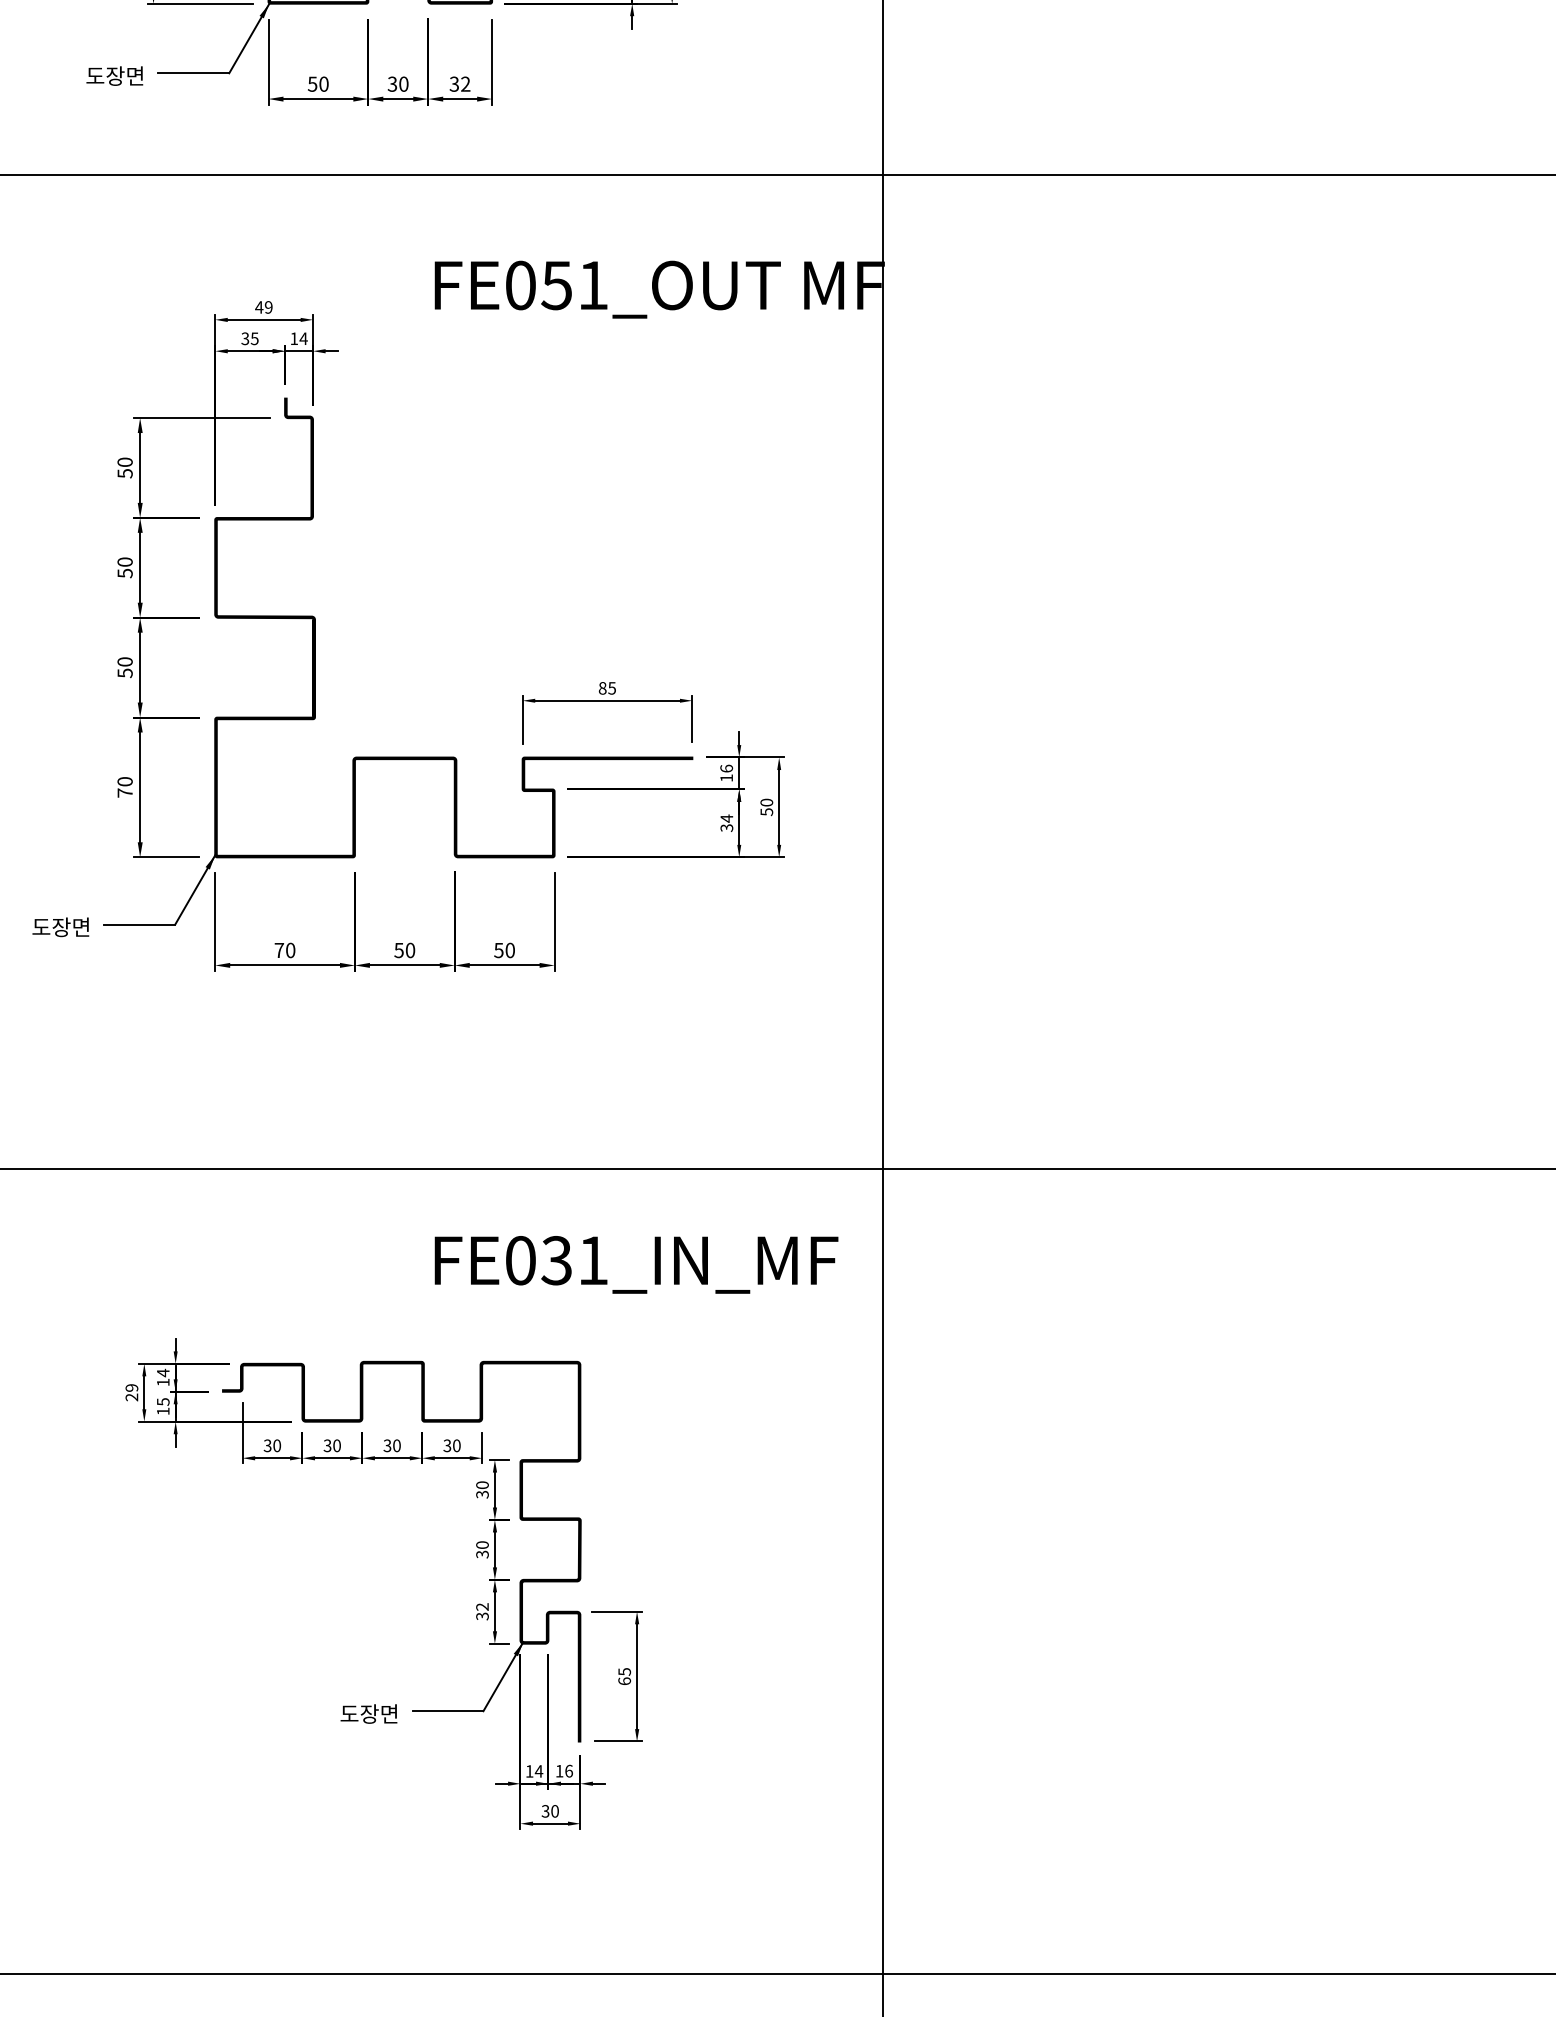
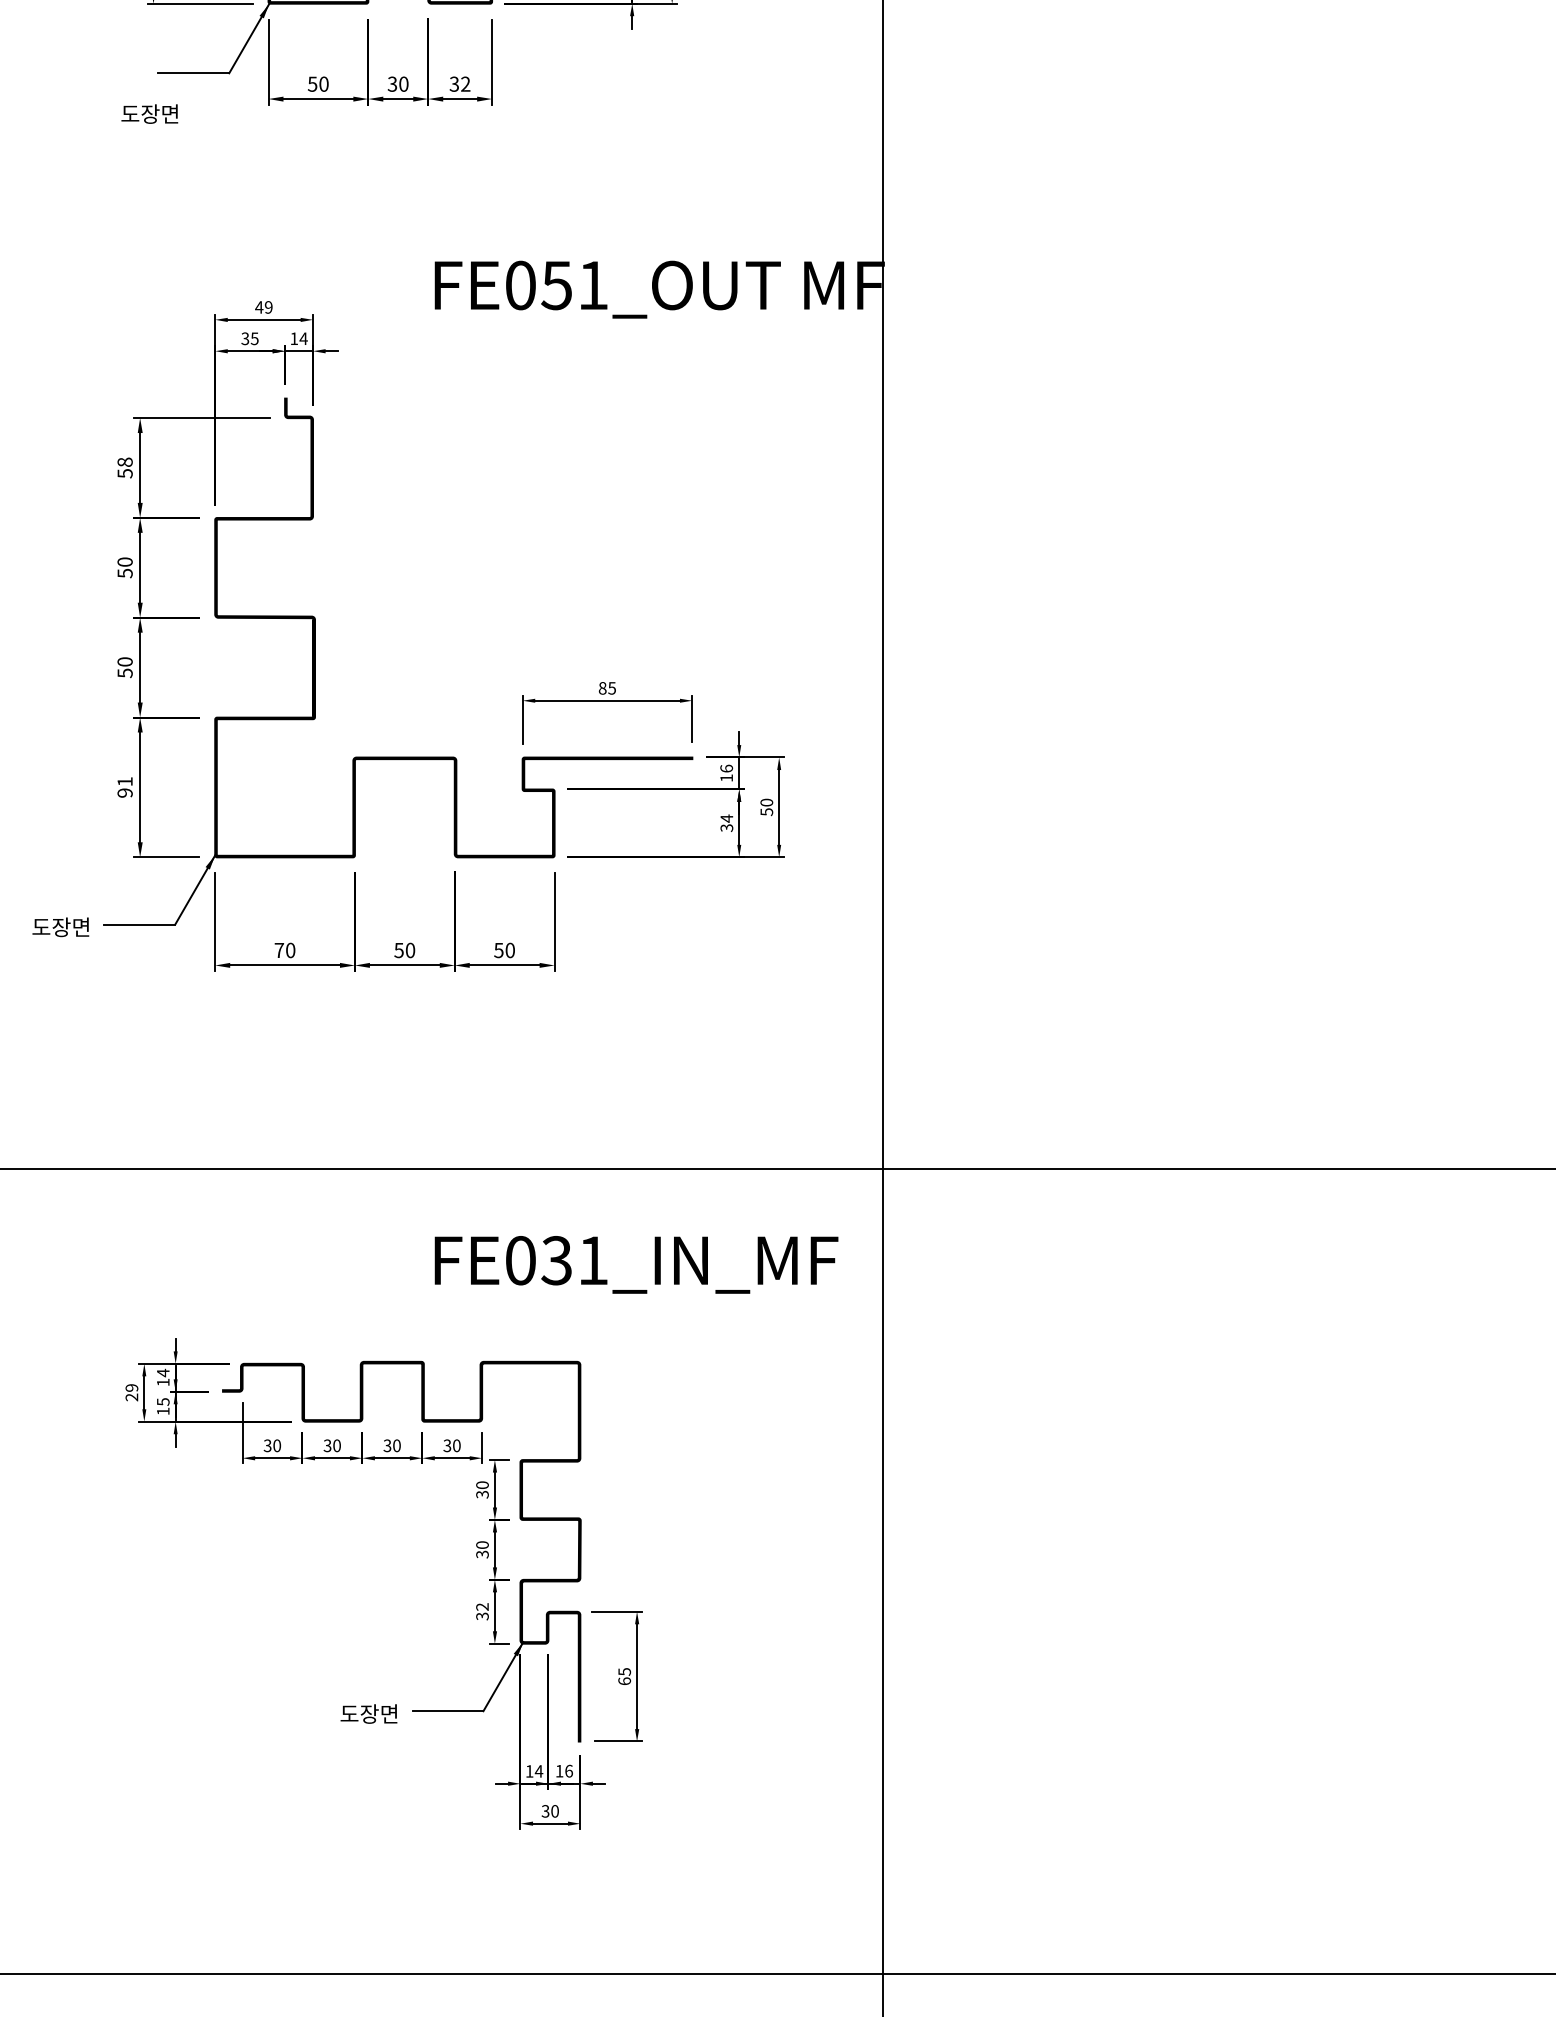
text at (114, 75) position: (114, 75) -> (149, 113)
line at (777, 174): present -> none
text at (125, 461): 50 -> 58
text at (124, 787): 70 -> 91
